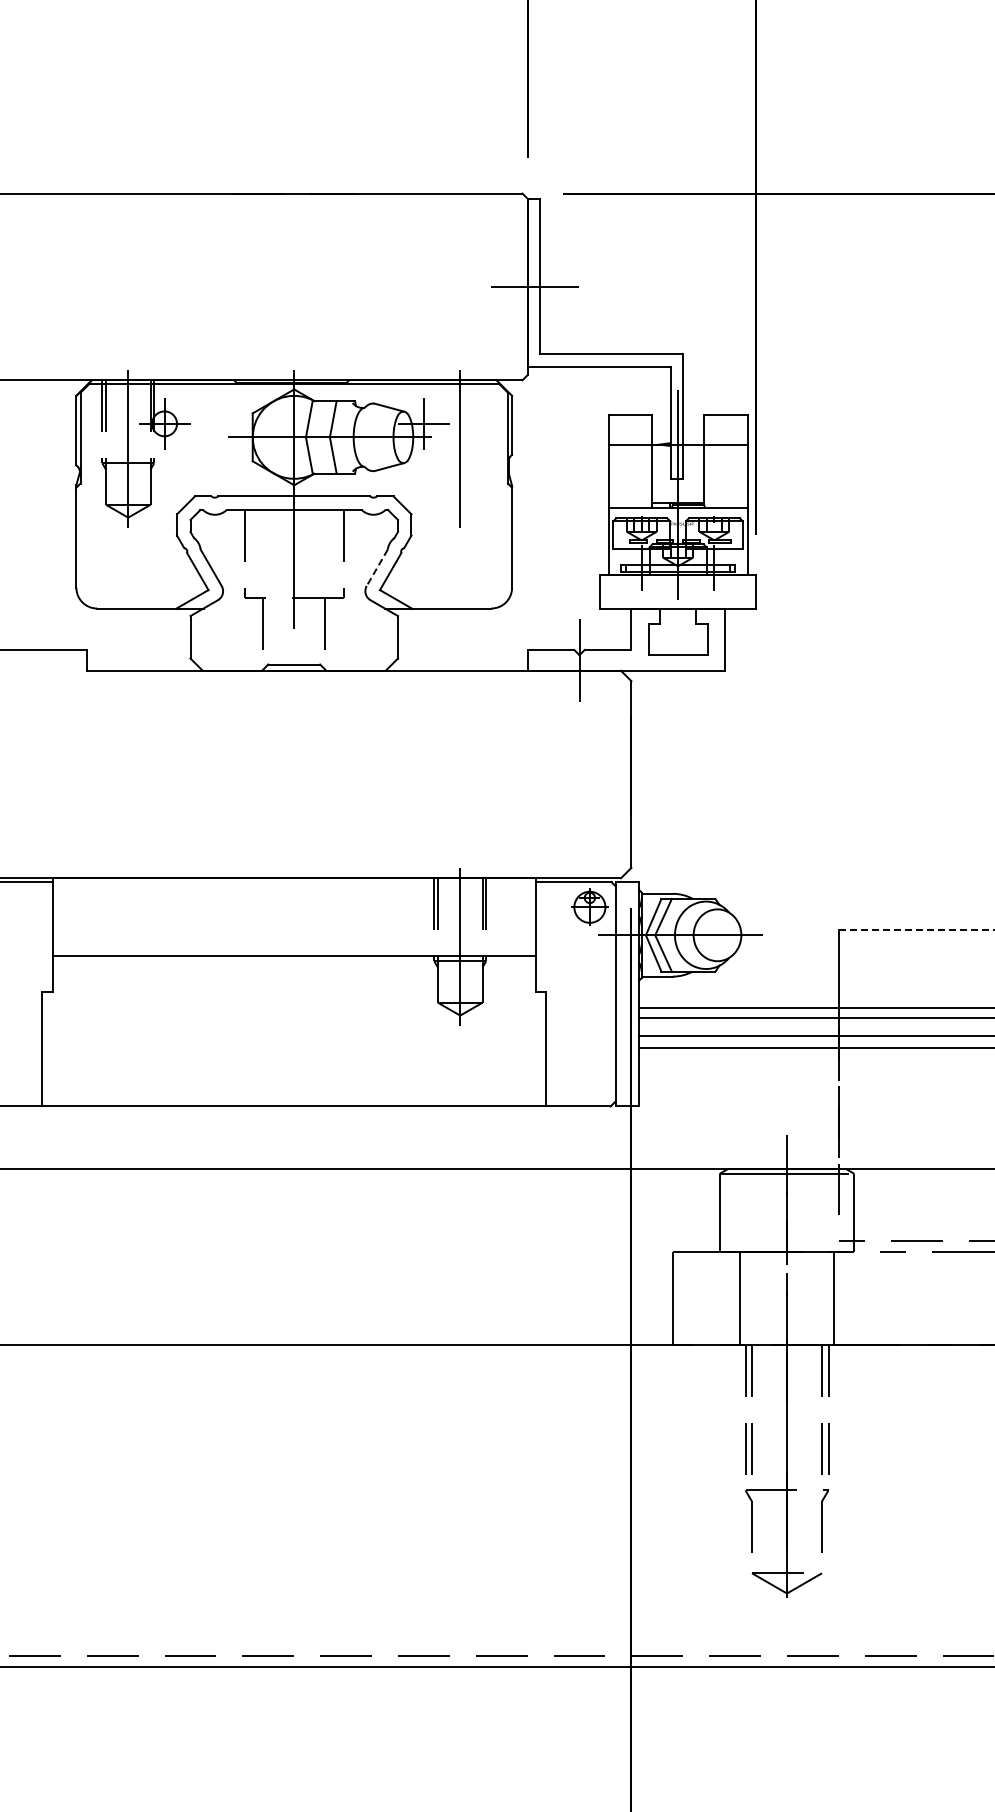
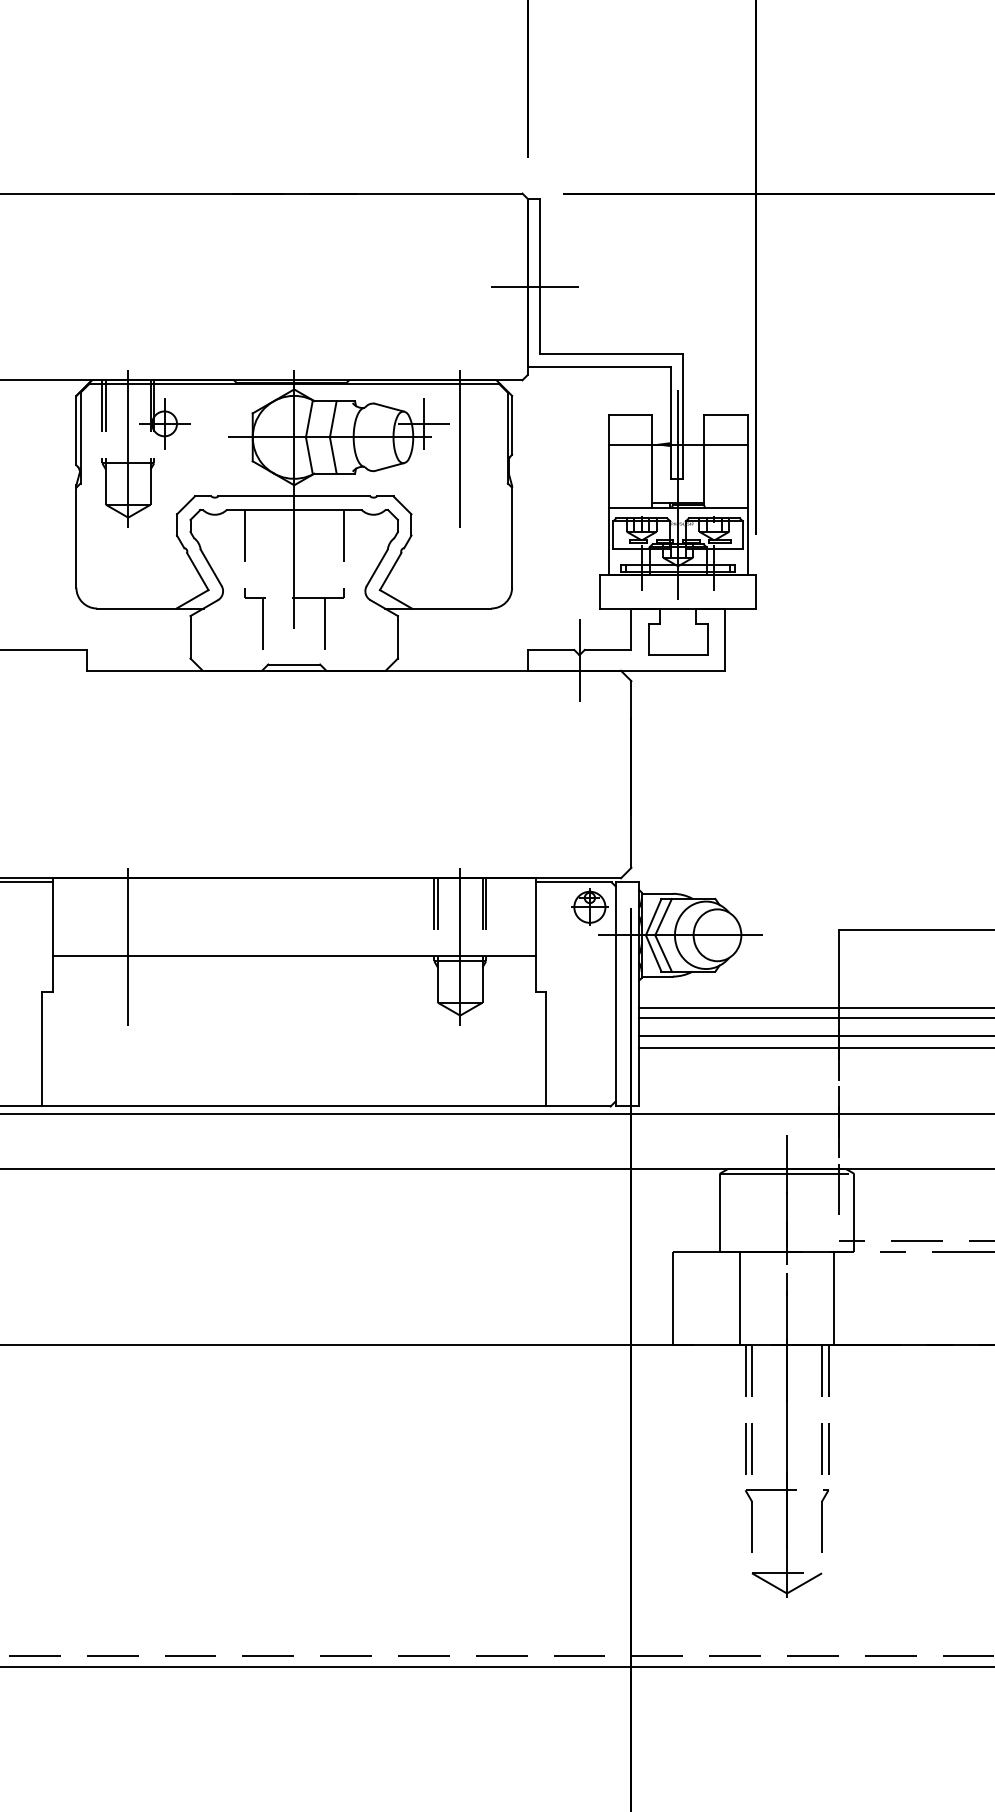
line at (377, 568): dashed -> solid
line at (916, 930): dashed -> solid
line at (128, 946): none -> present
line at (496, 1114): none -> present
